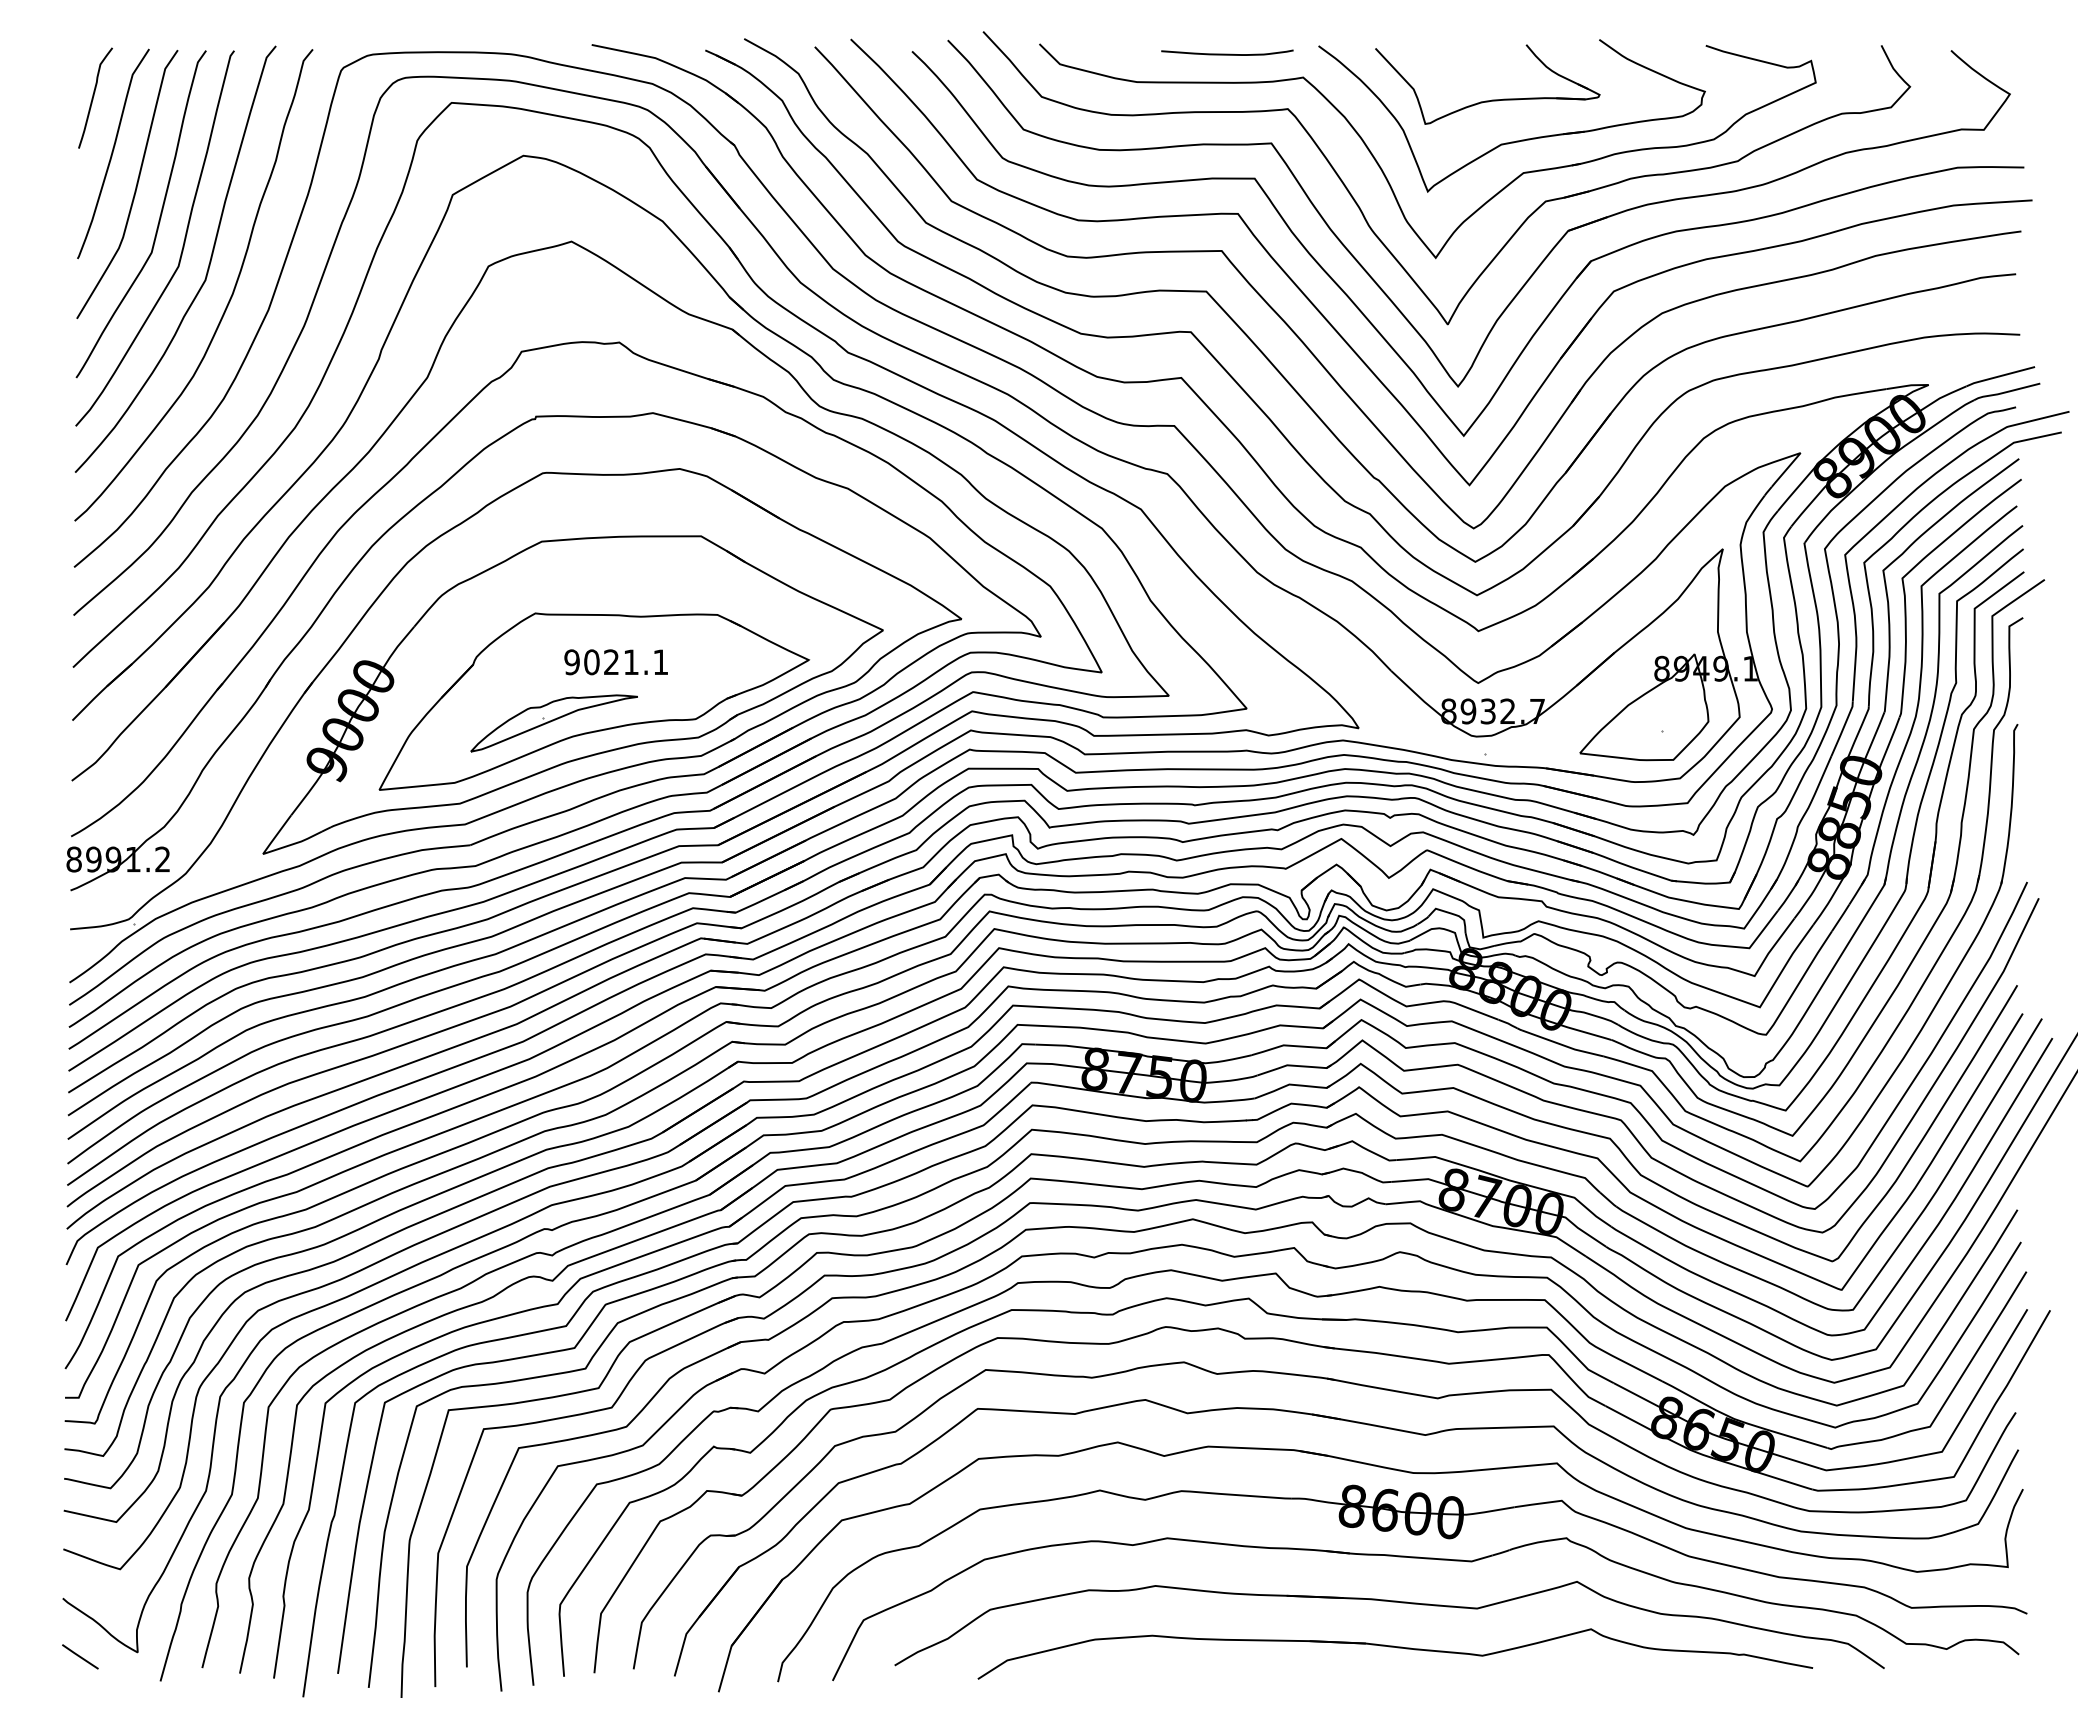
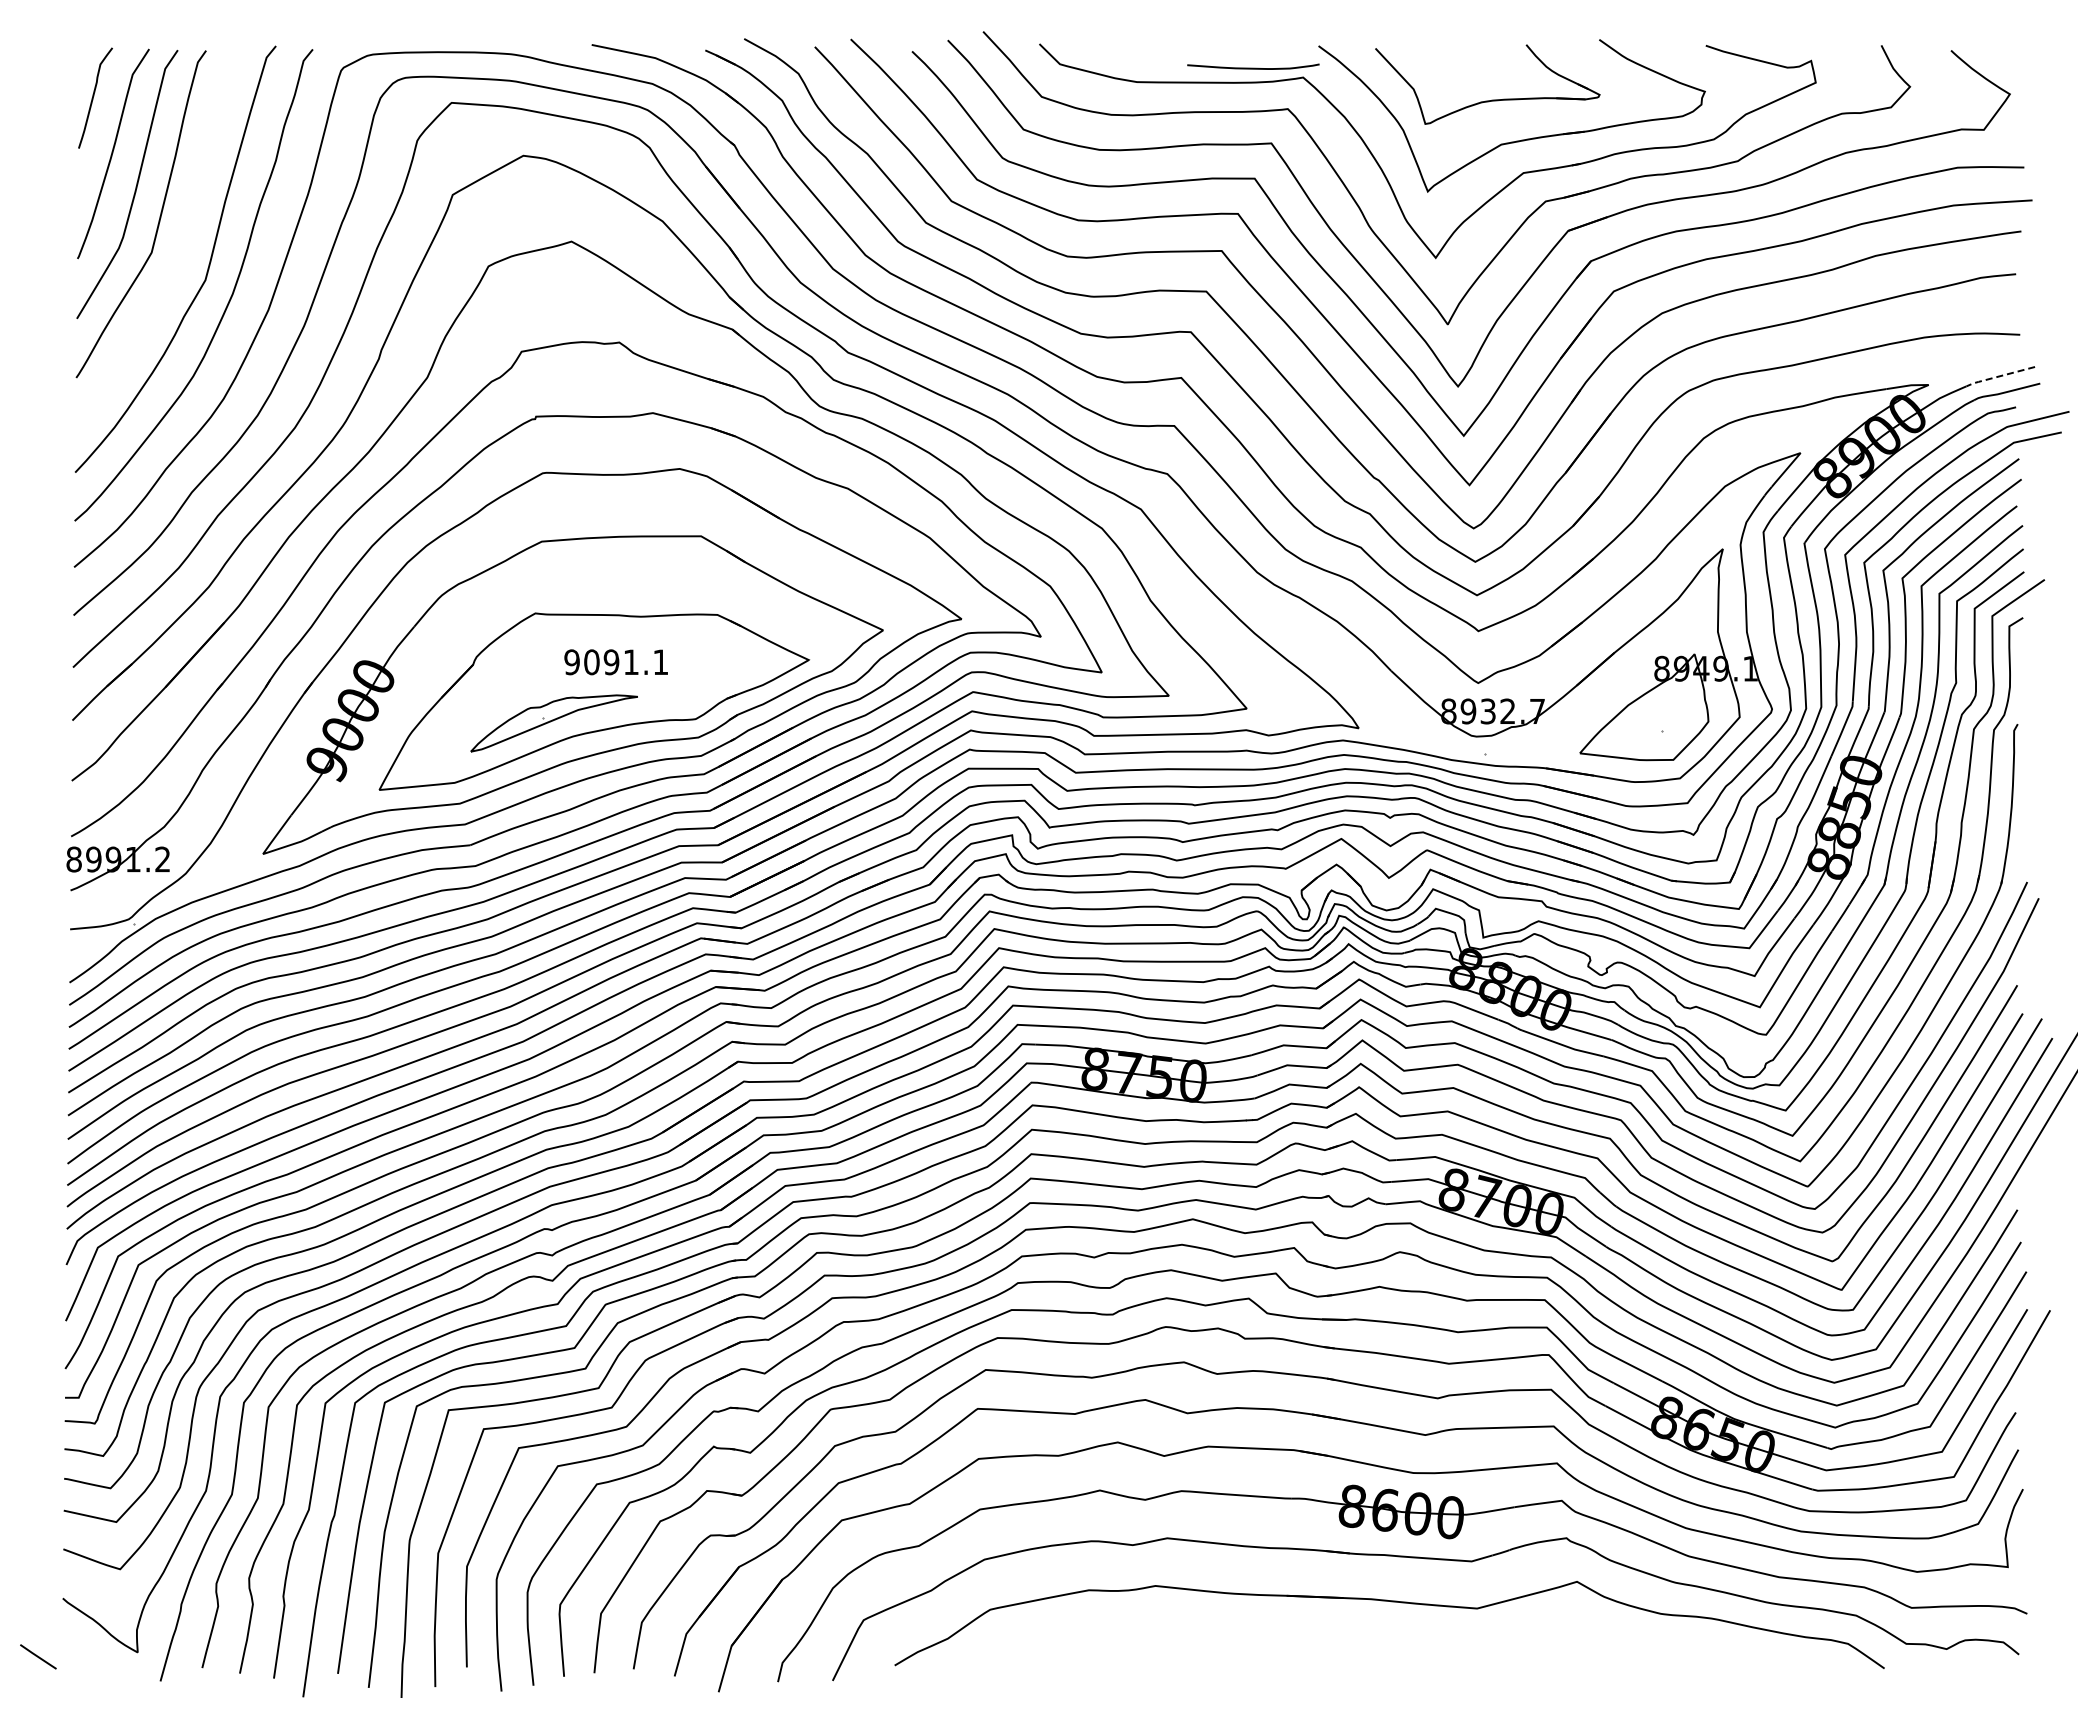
curve at (1227, 53) position: (1227, 53) -> (1253, 67)
curve at (182, 245): present -> none
line at (1998, 376): solid -> dashed
text at (611, 662): 9021.1 -> 9091.1
part at (1395, 1653): present -> none
line at (80, 1656) position: (80, 1656) -> (38, 1656)
